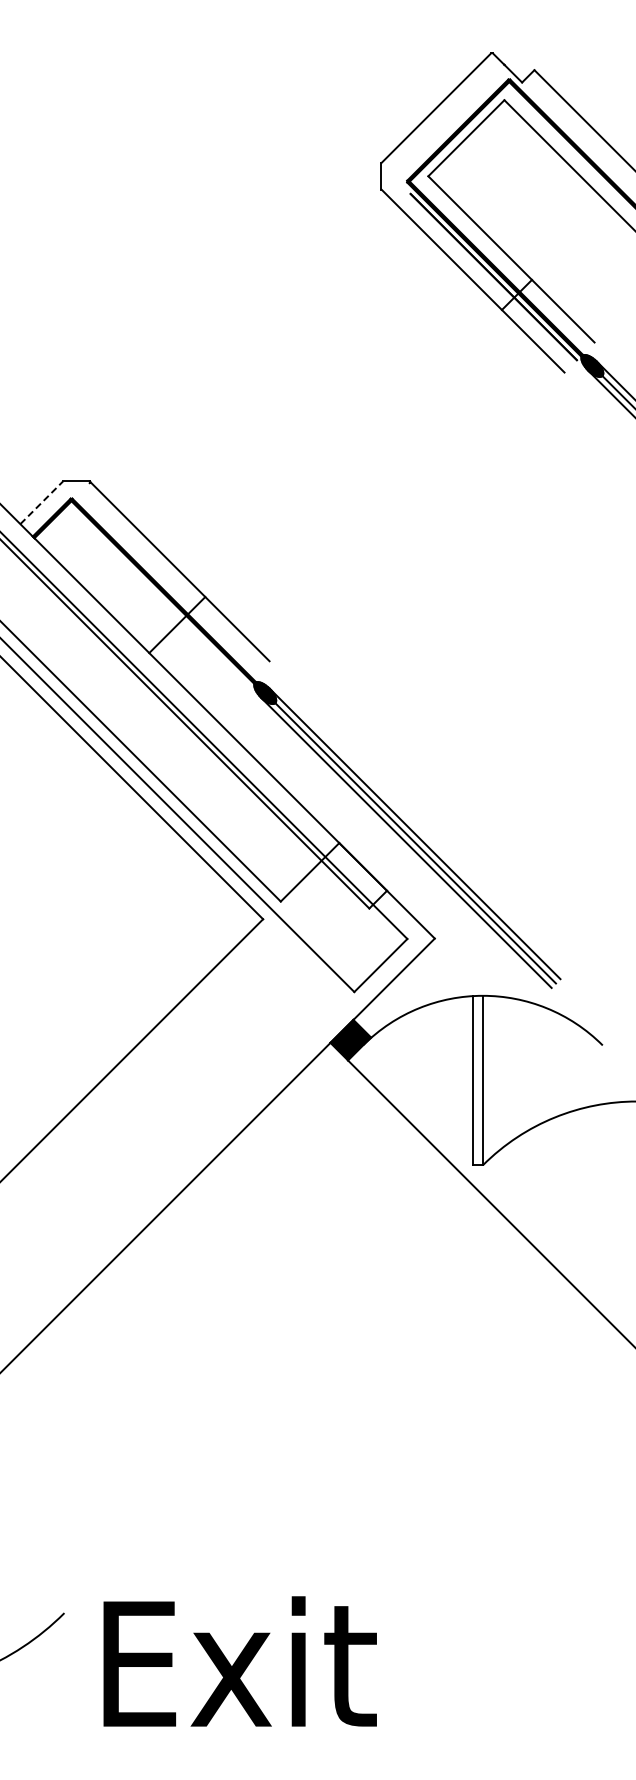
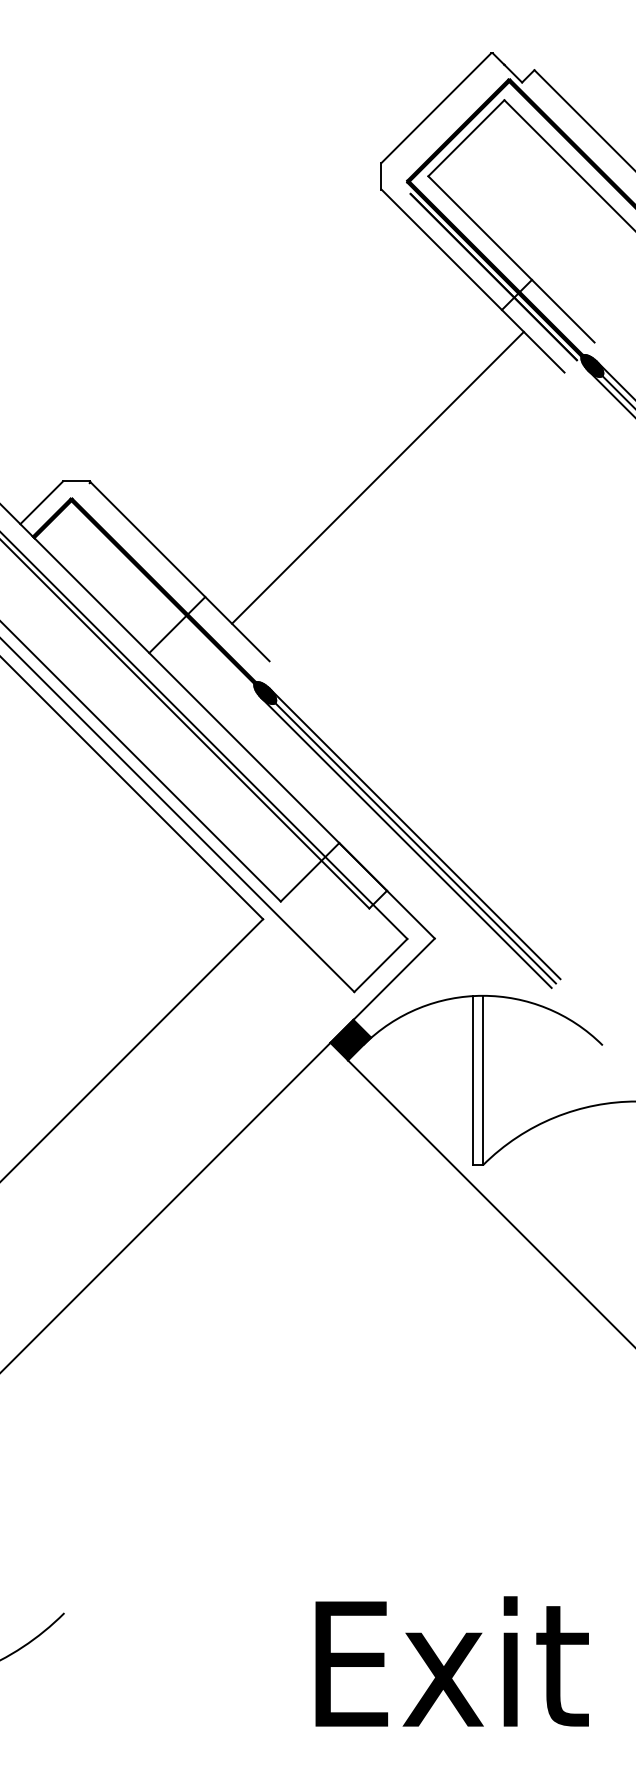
line at (377, 477): none -> present
line at (42, 502): dashed -> solid
text at (239, 1661) position: (239, 1661) -> (451, 1661)
